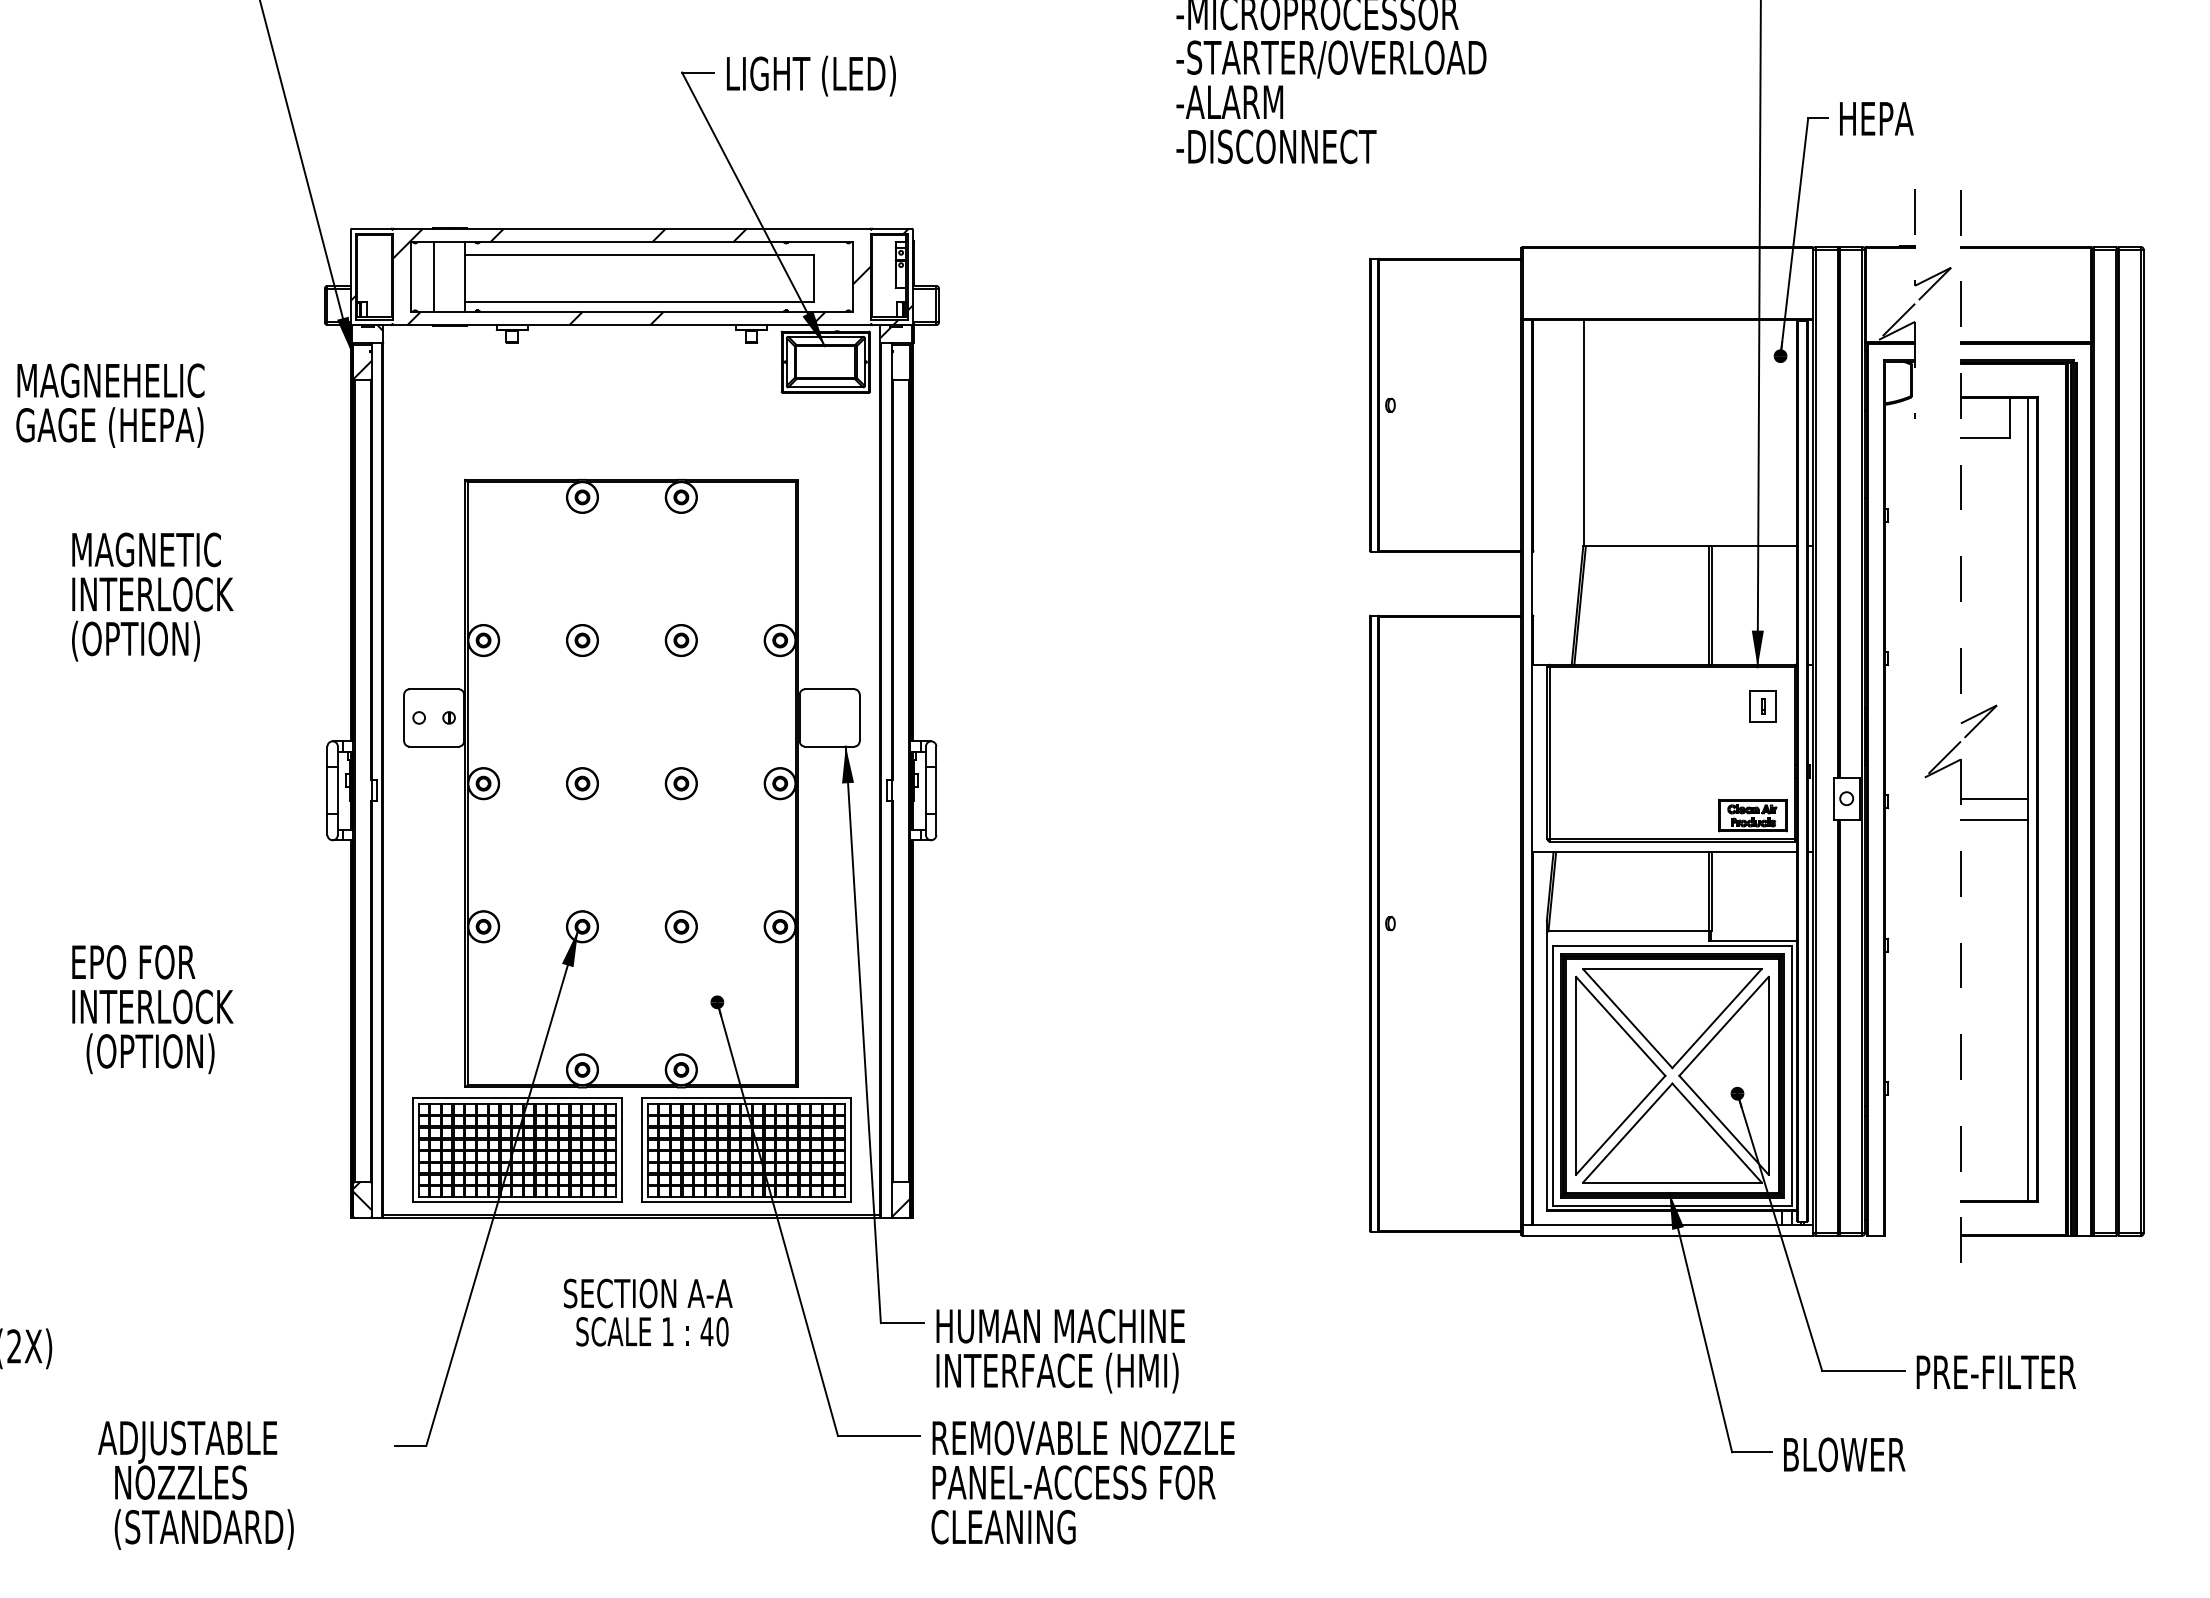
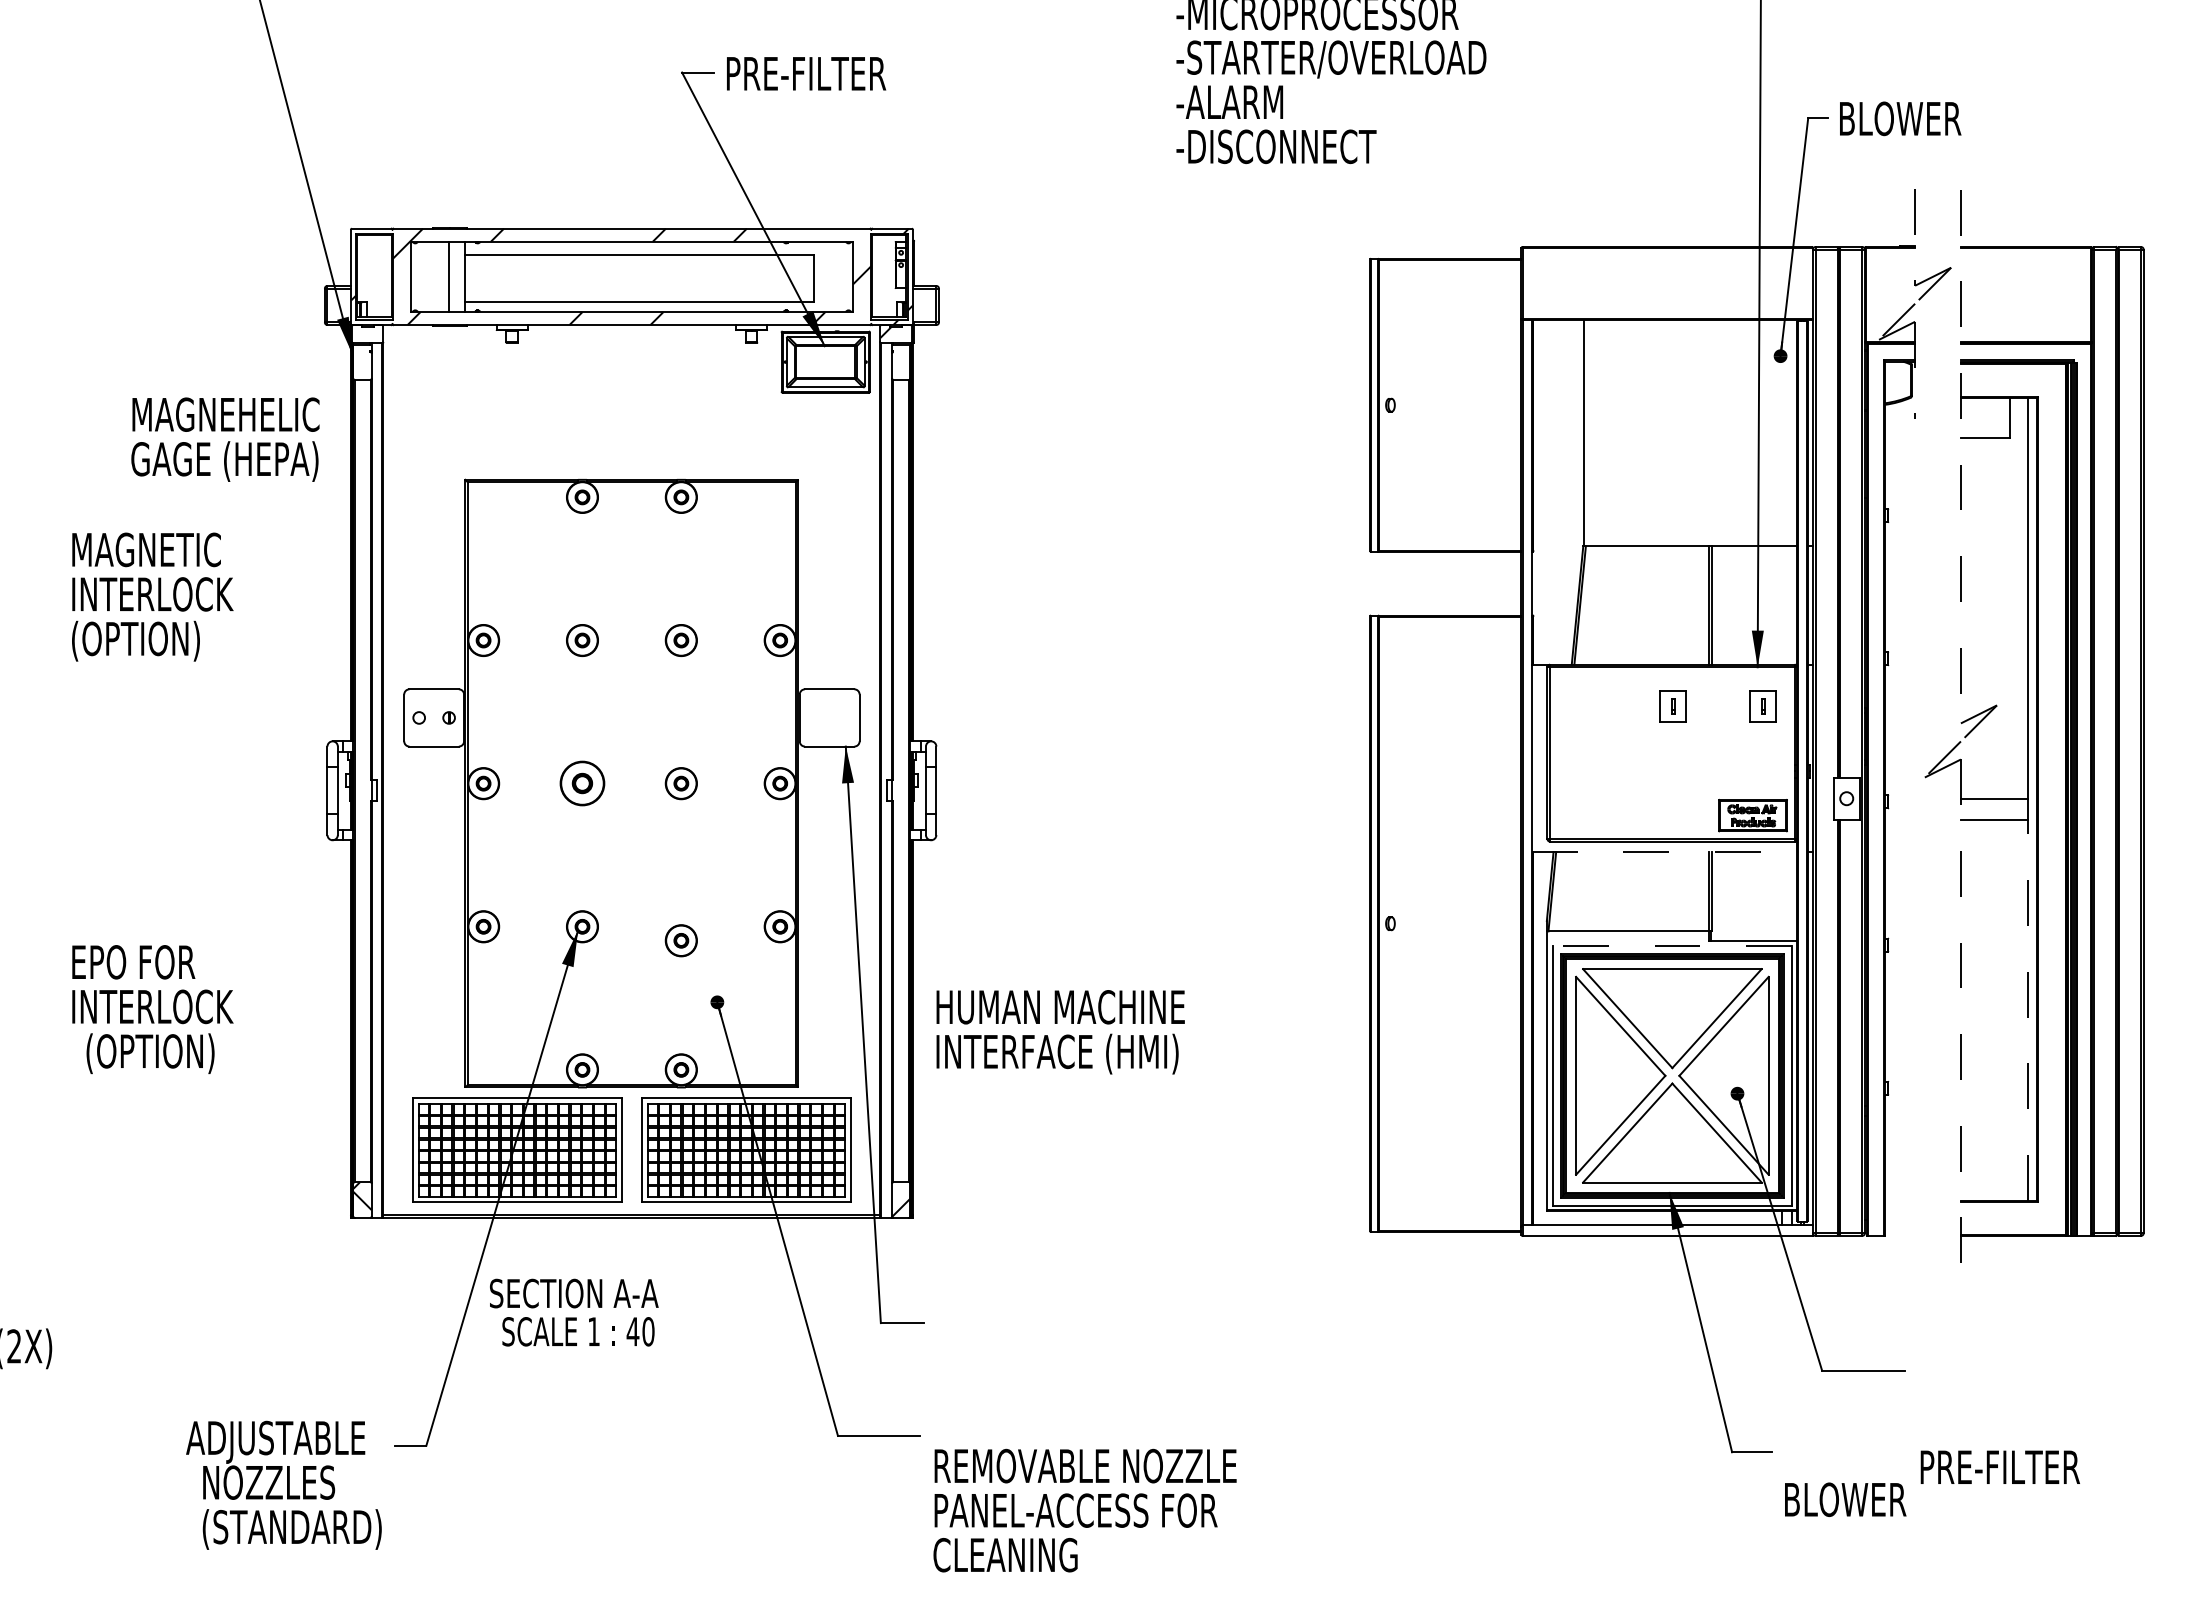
text at (812, 75): LIGHT (LED) -> PRE-FILTER
text at (1901, 118): HEPA -> BLOWER
line at (434, 276) position: (434, 276) -> (449, 276)
hatch at (368, 352): present -> none
text at (110, 405) position: (110, 405) -> (225, 439)
part at (1672, 706): none -> present
part at (582, 783) size: 33x34 px -> 47x47 px
line at (1664, 852): solid -> dashed
part at (680, 926) position: (680, 926) -> (680, 940)
line at (1672, 945): solid -> dashed
line at (2028, 1010): solid -> dashed
text at (648, 1312) position: (648, 1312) -> (574, 1312)
text at (1060, 1351) position: (1060, 1351) -> (1060, 1032)
text at (1995, 1371) position: (1995, 1371) -> (1999, 1466)
text at (1844, 1454) position: (1844, 1454) -> (1845, 1499)
text at (1082, 1482) position: (1082, 1482) -> (1084, 1510)
text at (195, 1484) position: (195, 1484) -> (283, 1484)
